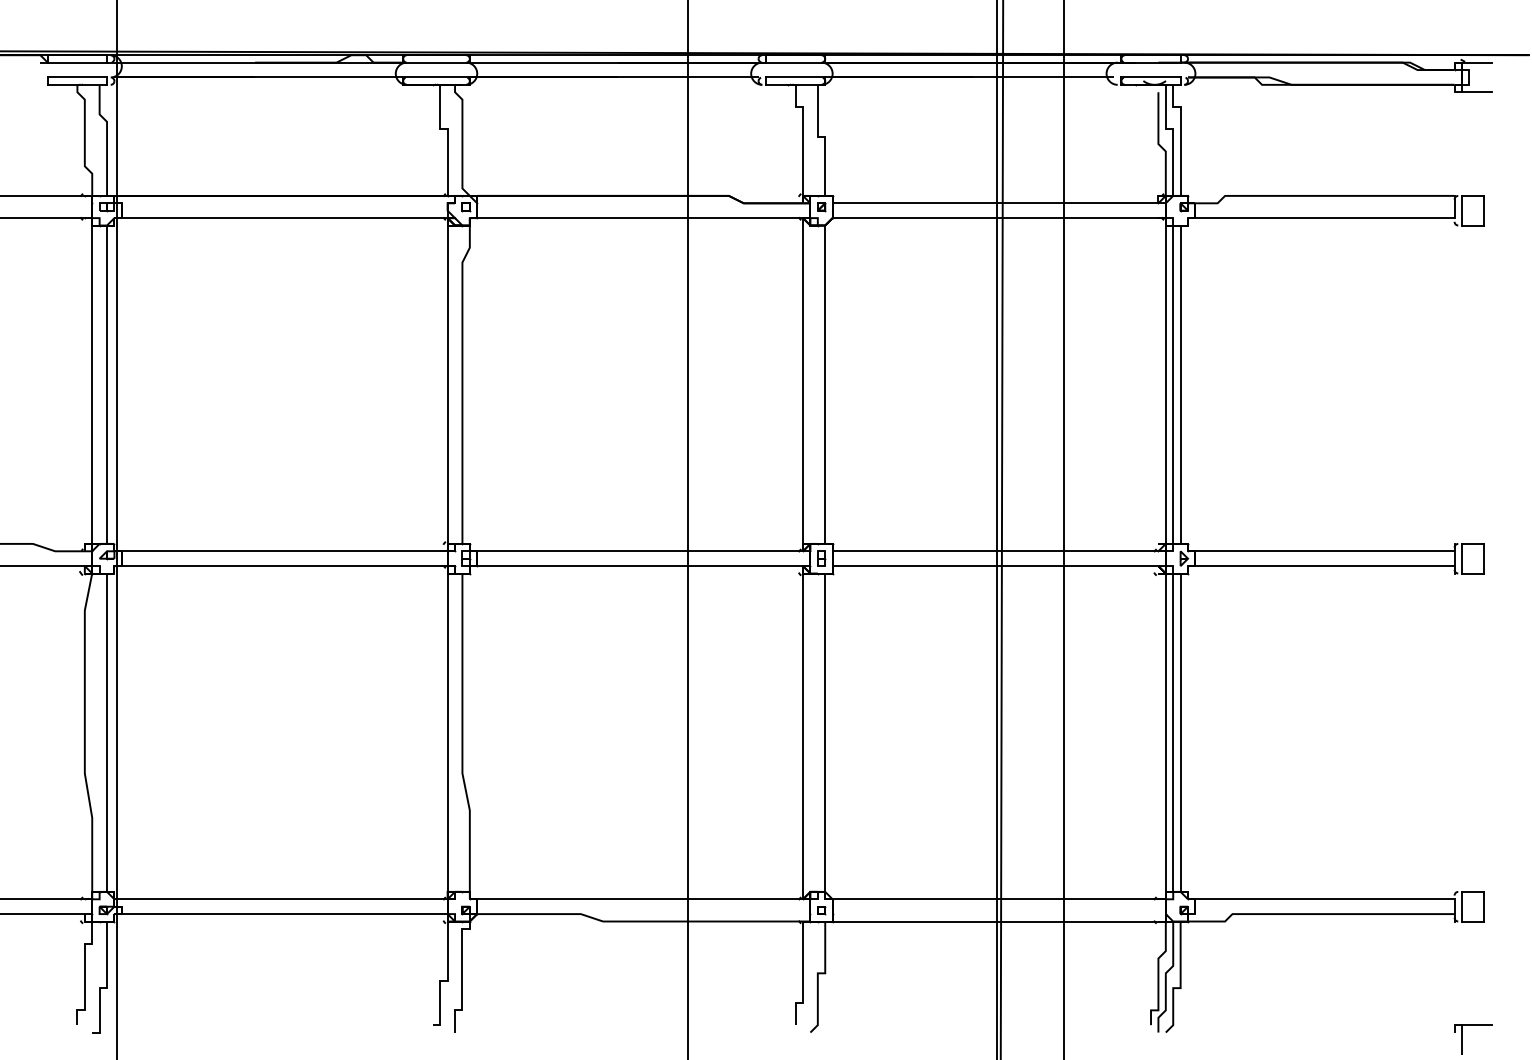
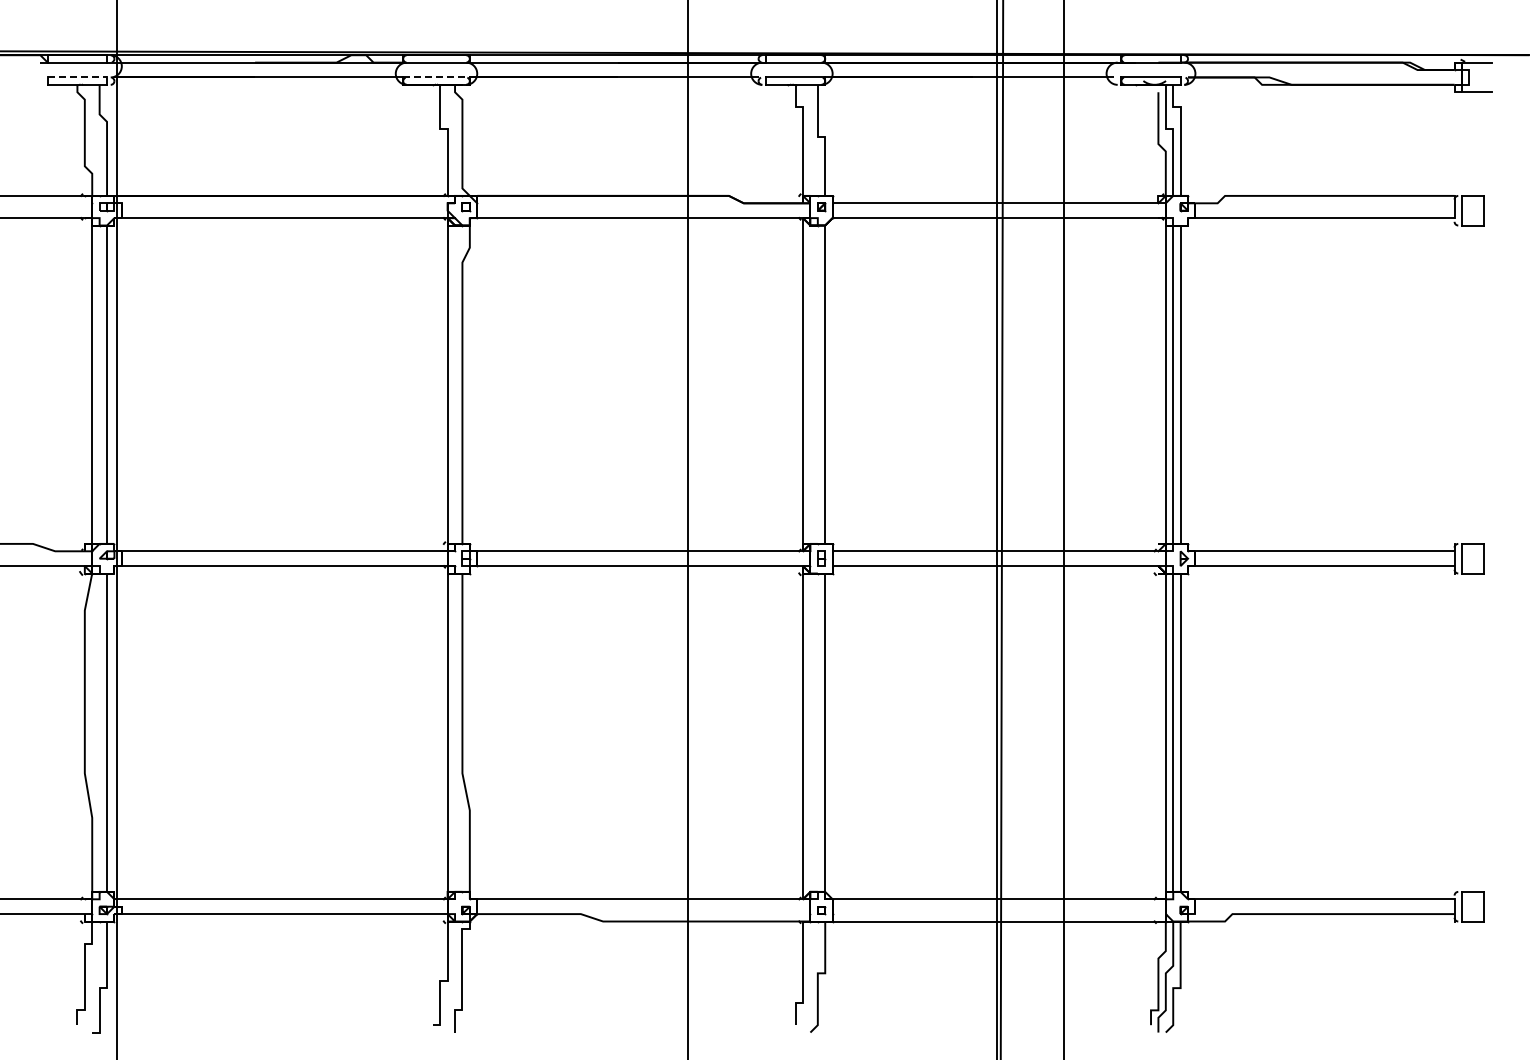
line at (77, 77): solid -> dashed
line at (437, 77): solid -> dashed
part at (1462, 1039): present -> none
